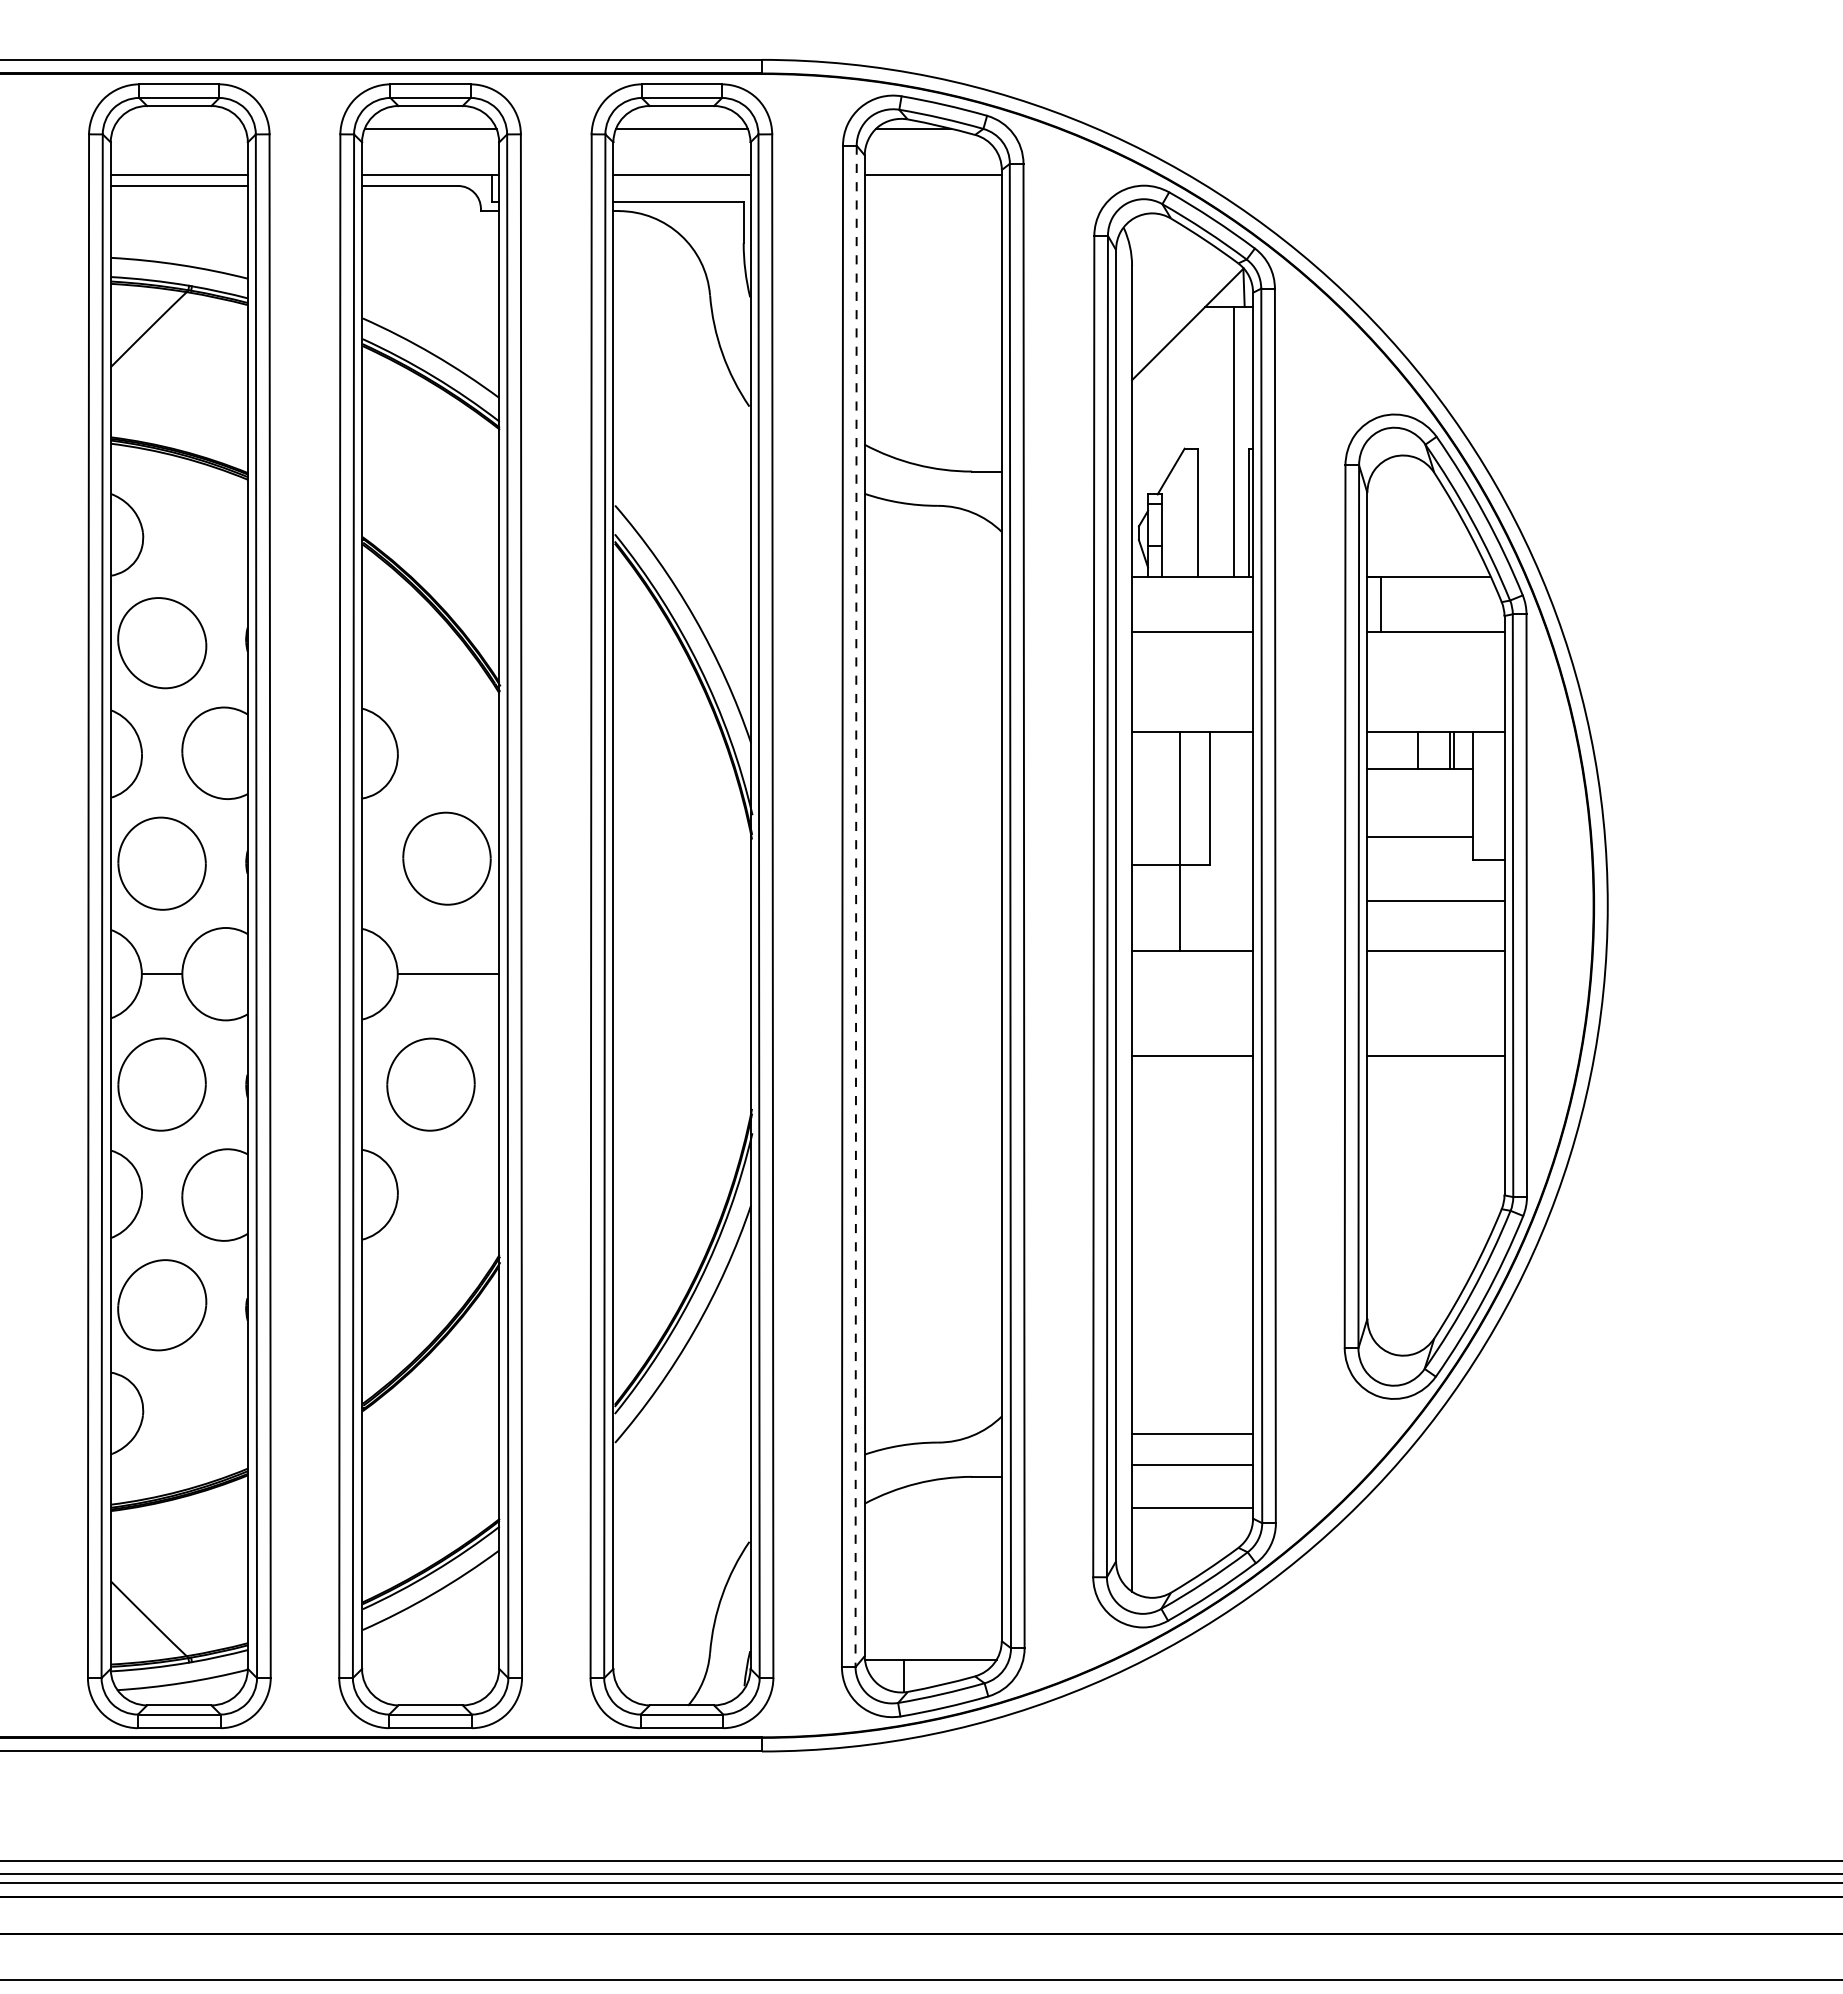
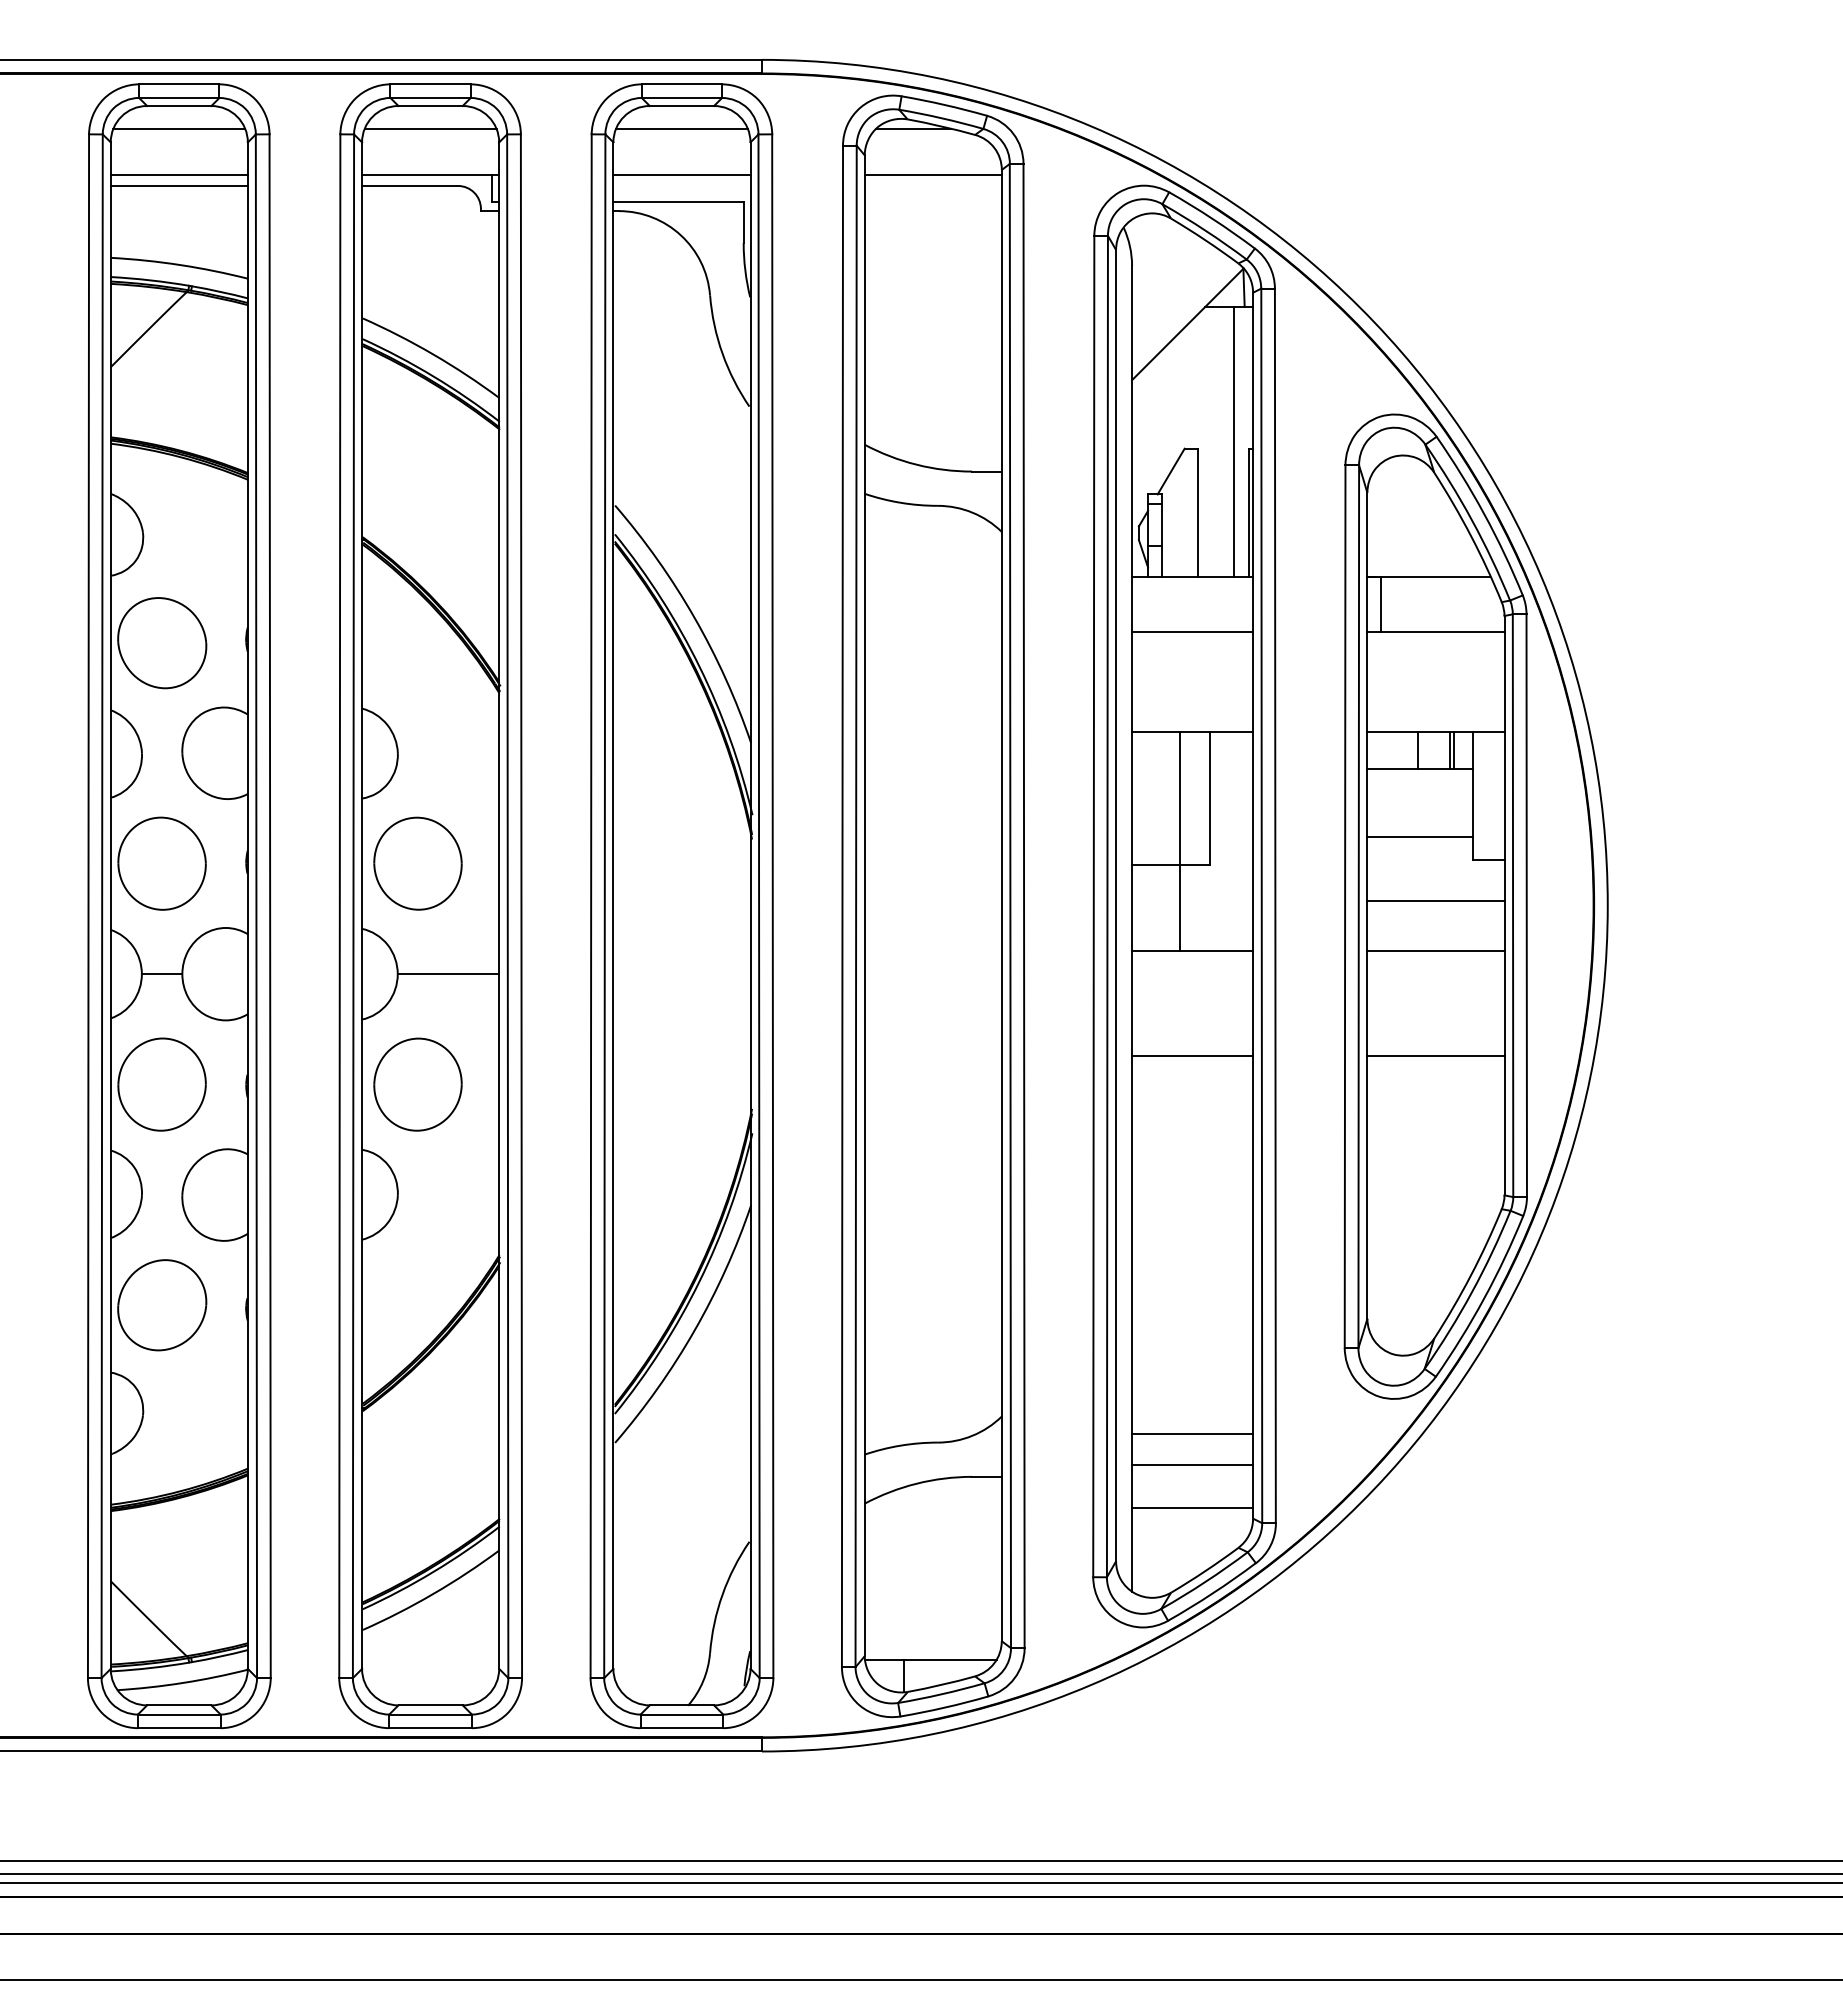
line at (179, 128): none -> present
part at (446, 858) position: (446, 858) -> (417, 863)
line at (856, 906): dashed -> solid
part at (430, 1084) position: (430, 1084) -> (417, 1084)
